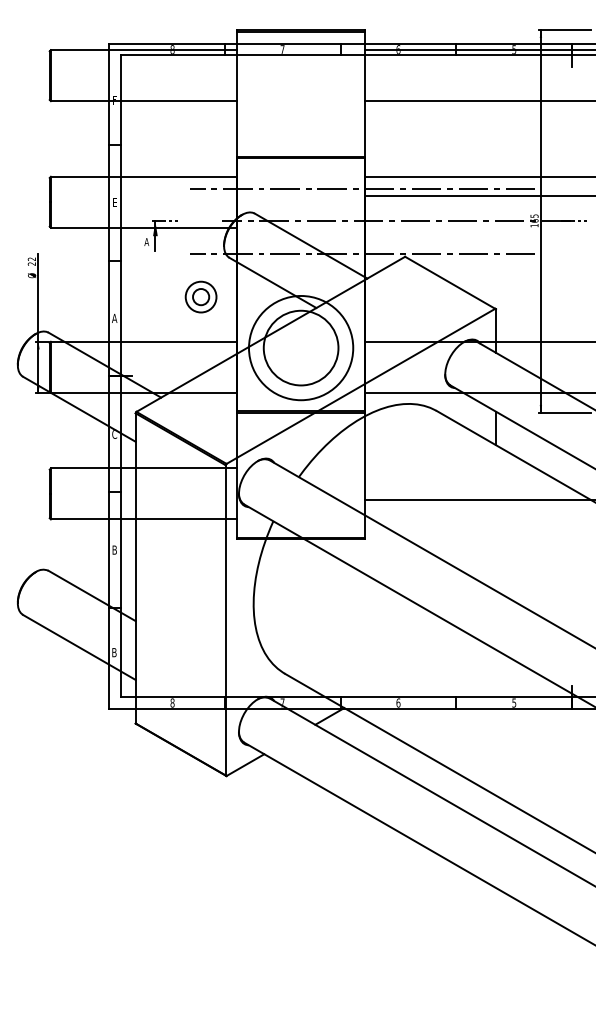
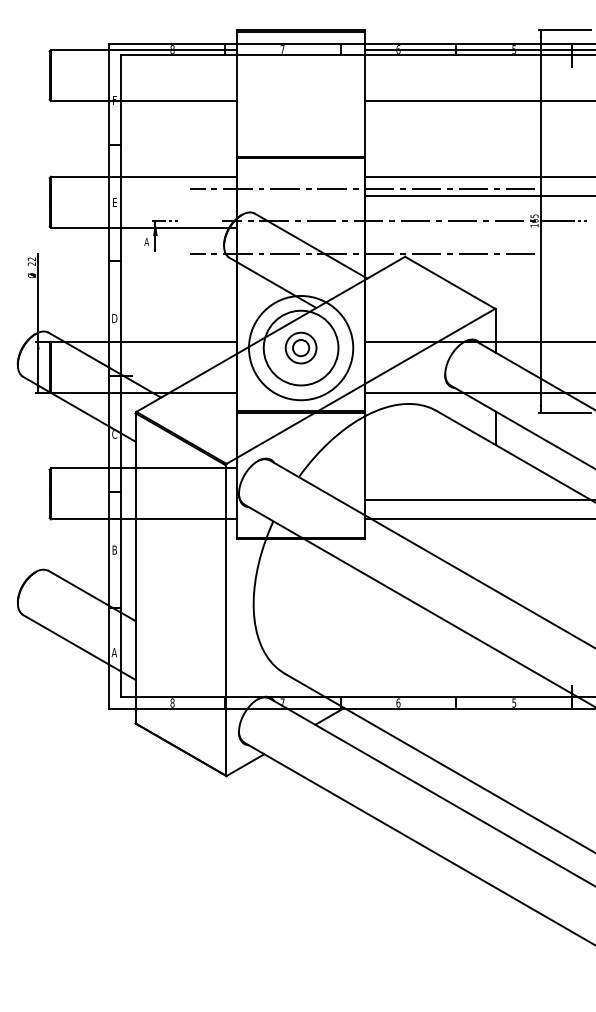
part at (200, 296) position: (200, 296) -> (300, 347)
text at (114, 317): A -> D
line at (478, 519): none -> present
text at (113, 652): B -> A
